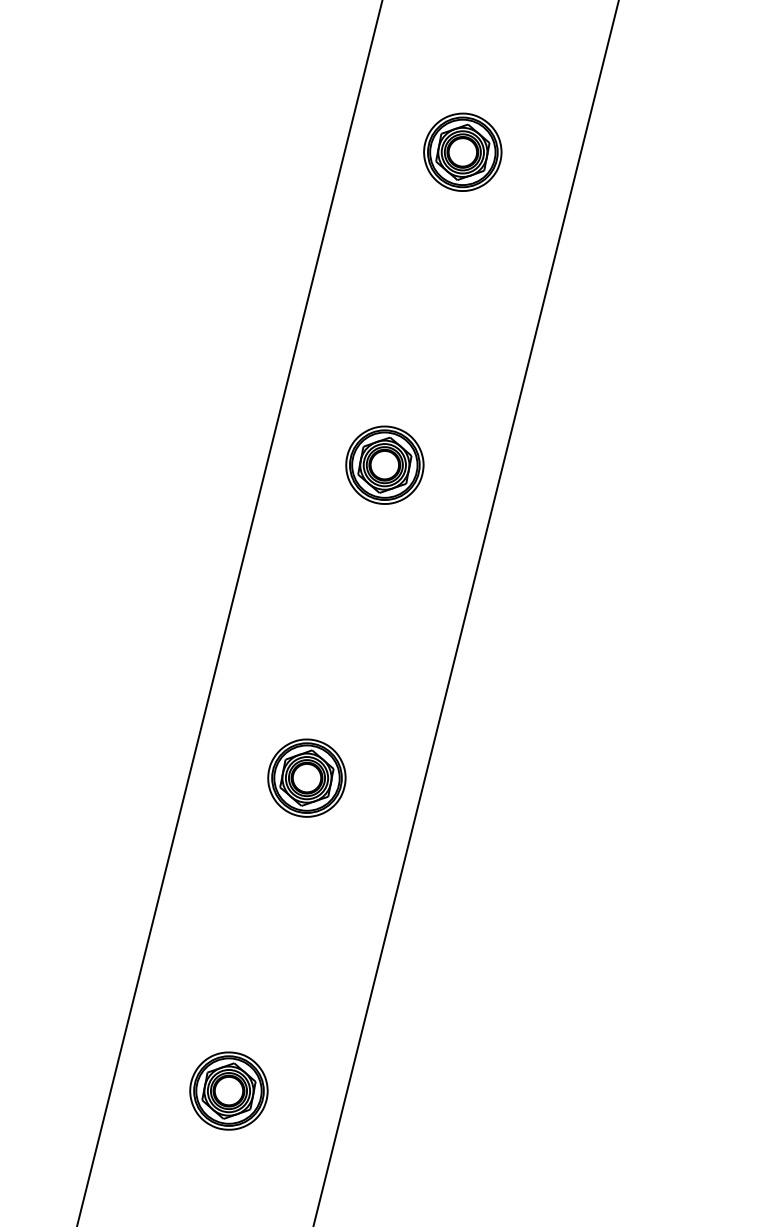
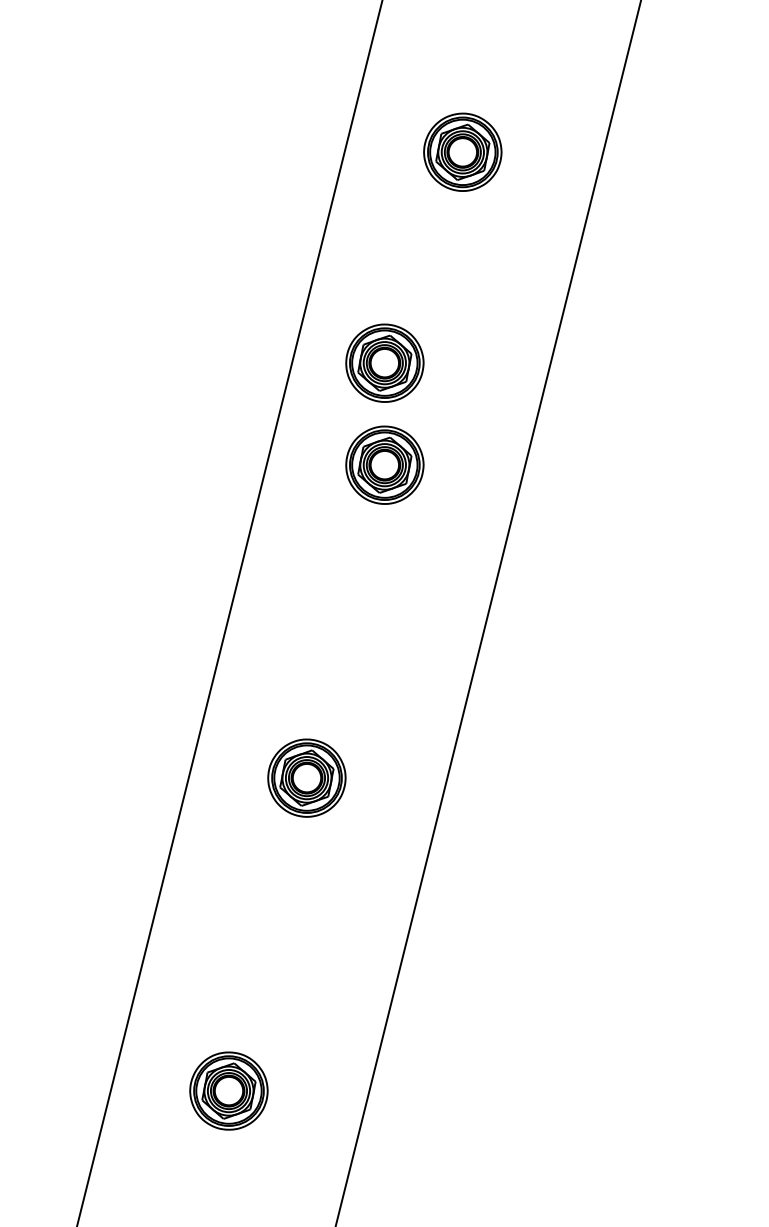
part at (384, 362): none -> present
line at (466, 612) position: (466, 612) -> (488, 612)
